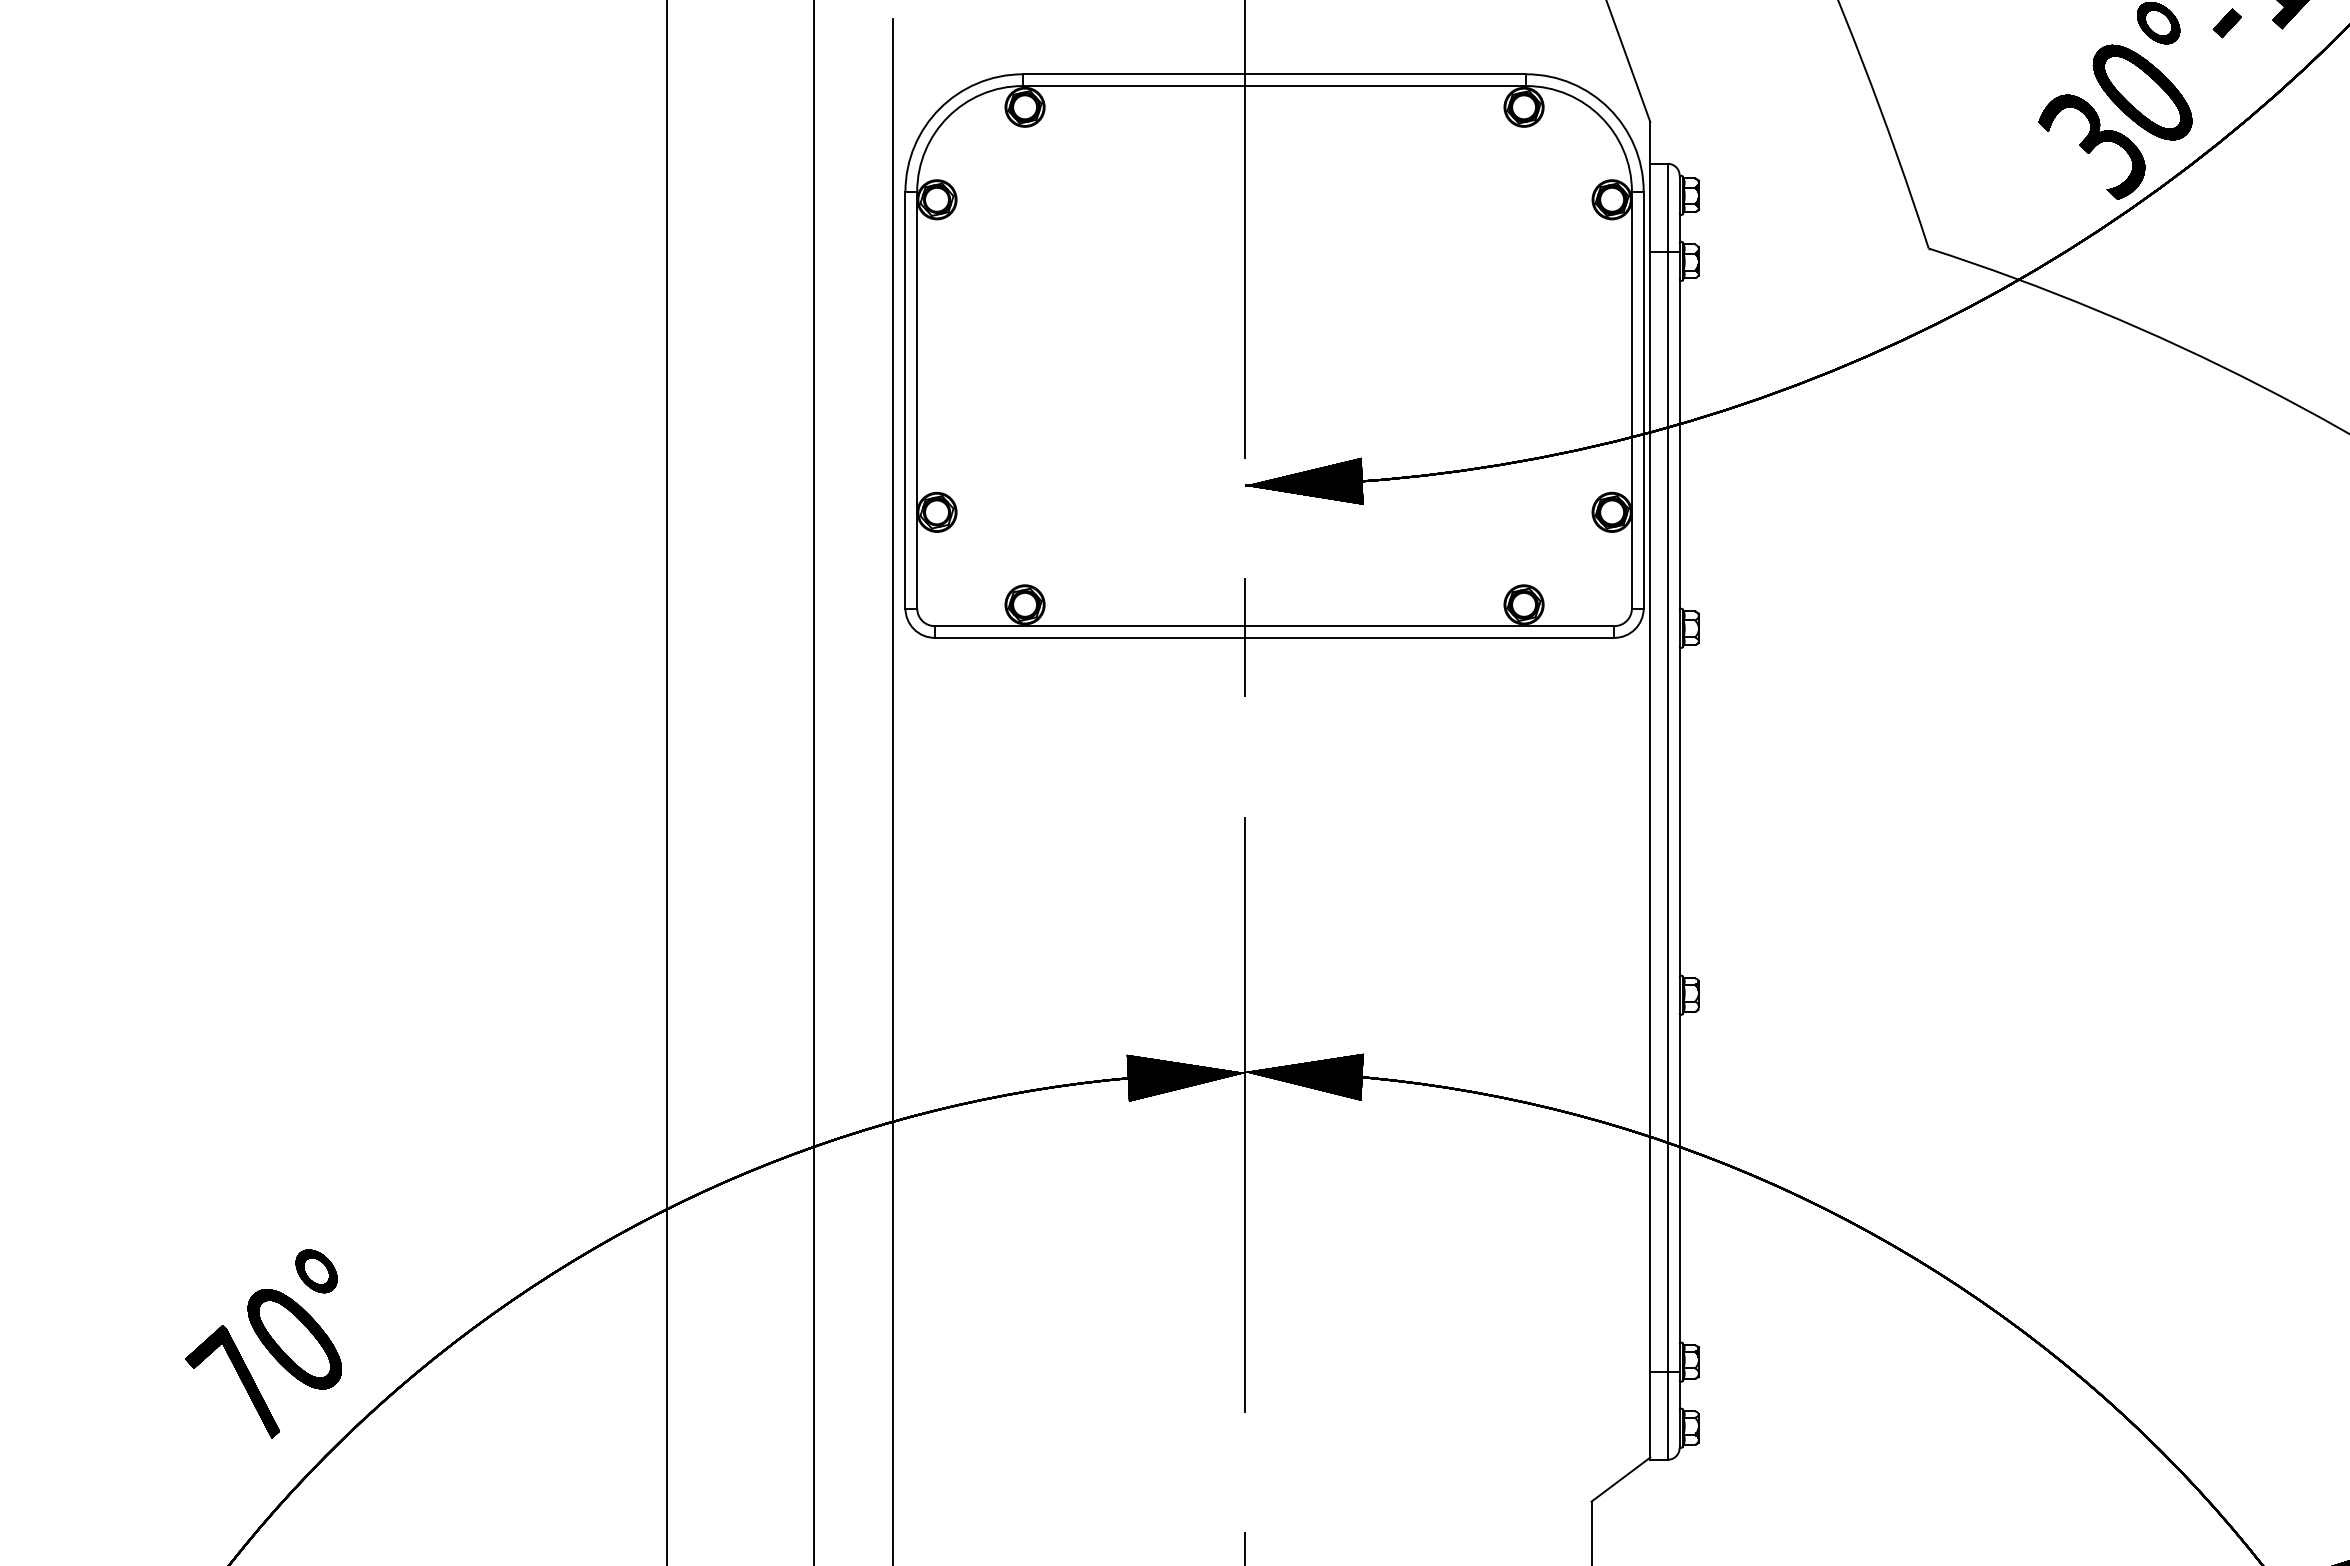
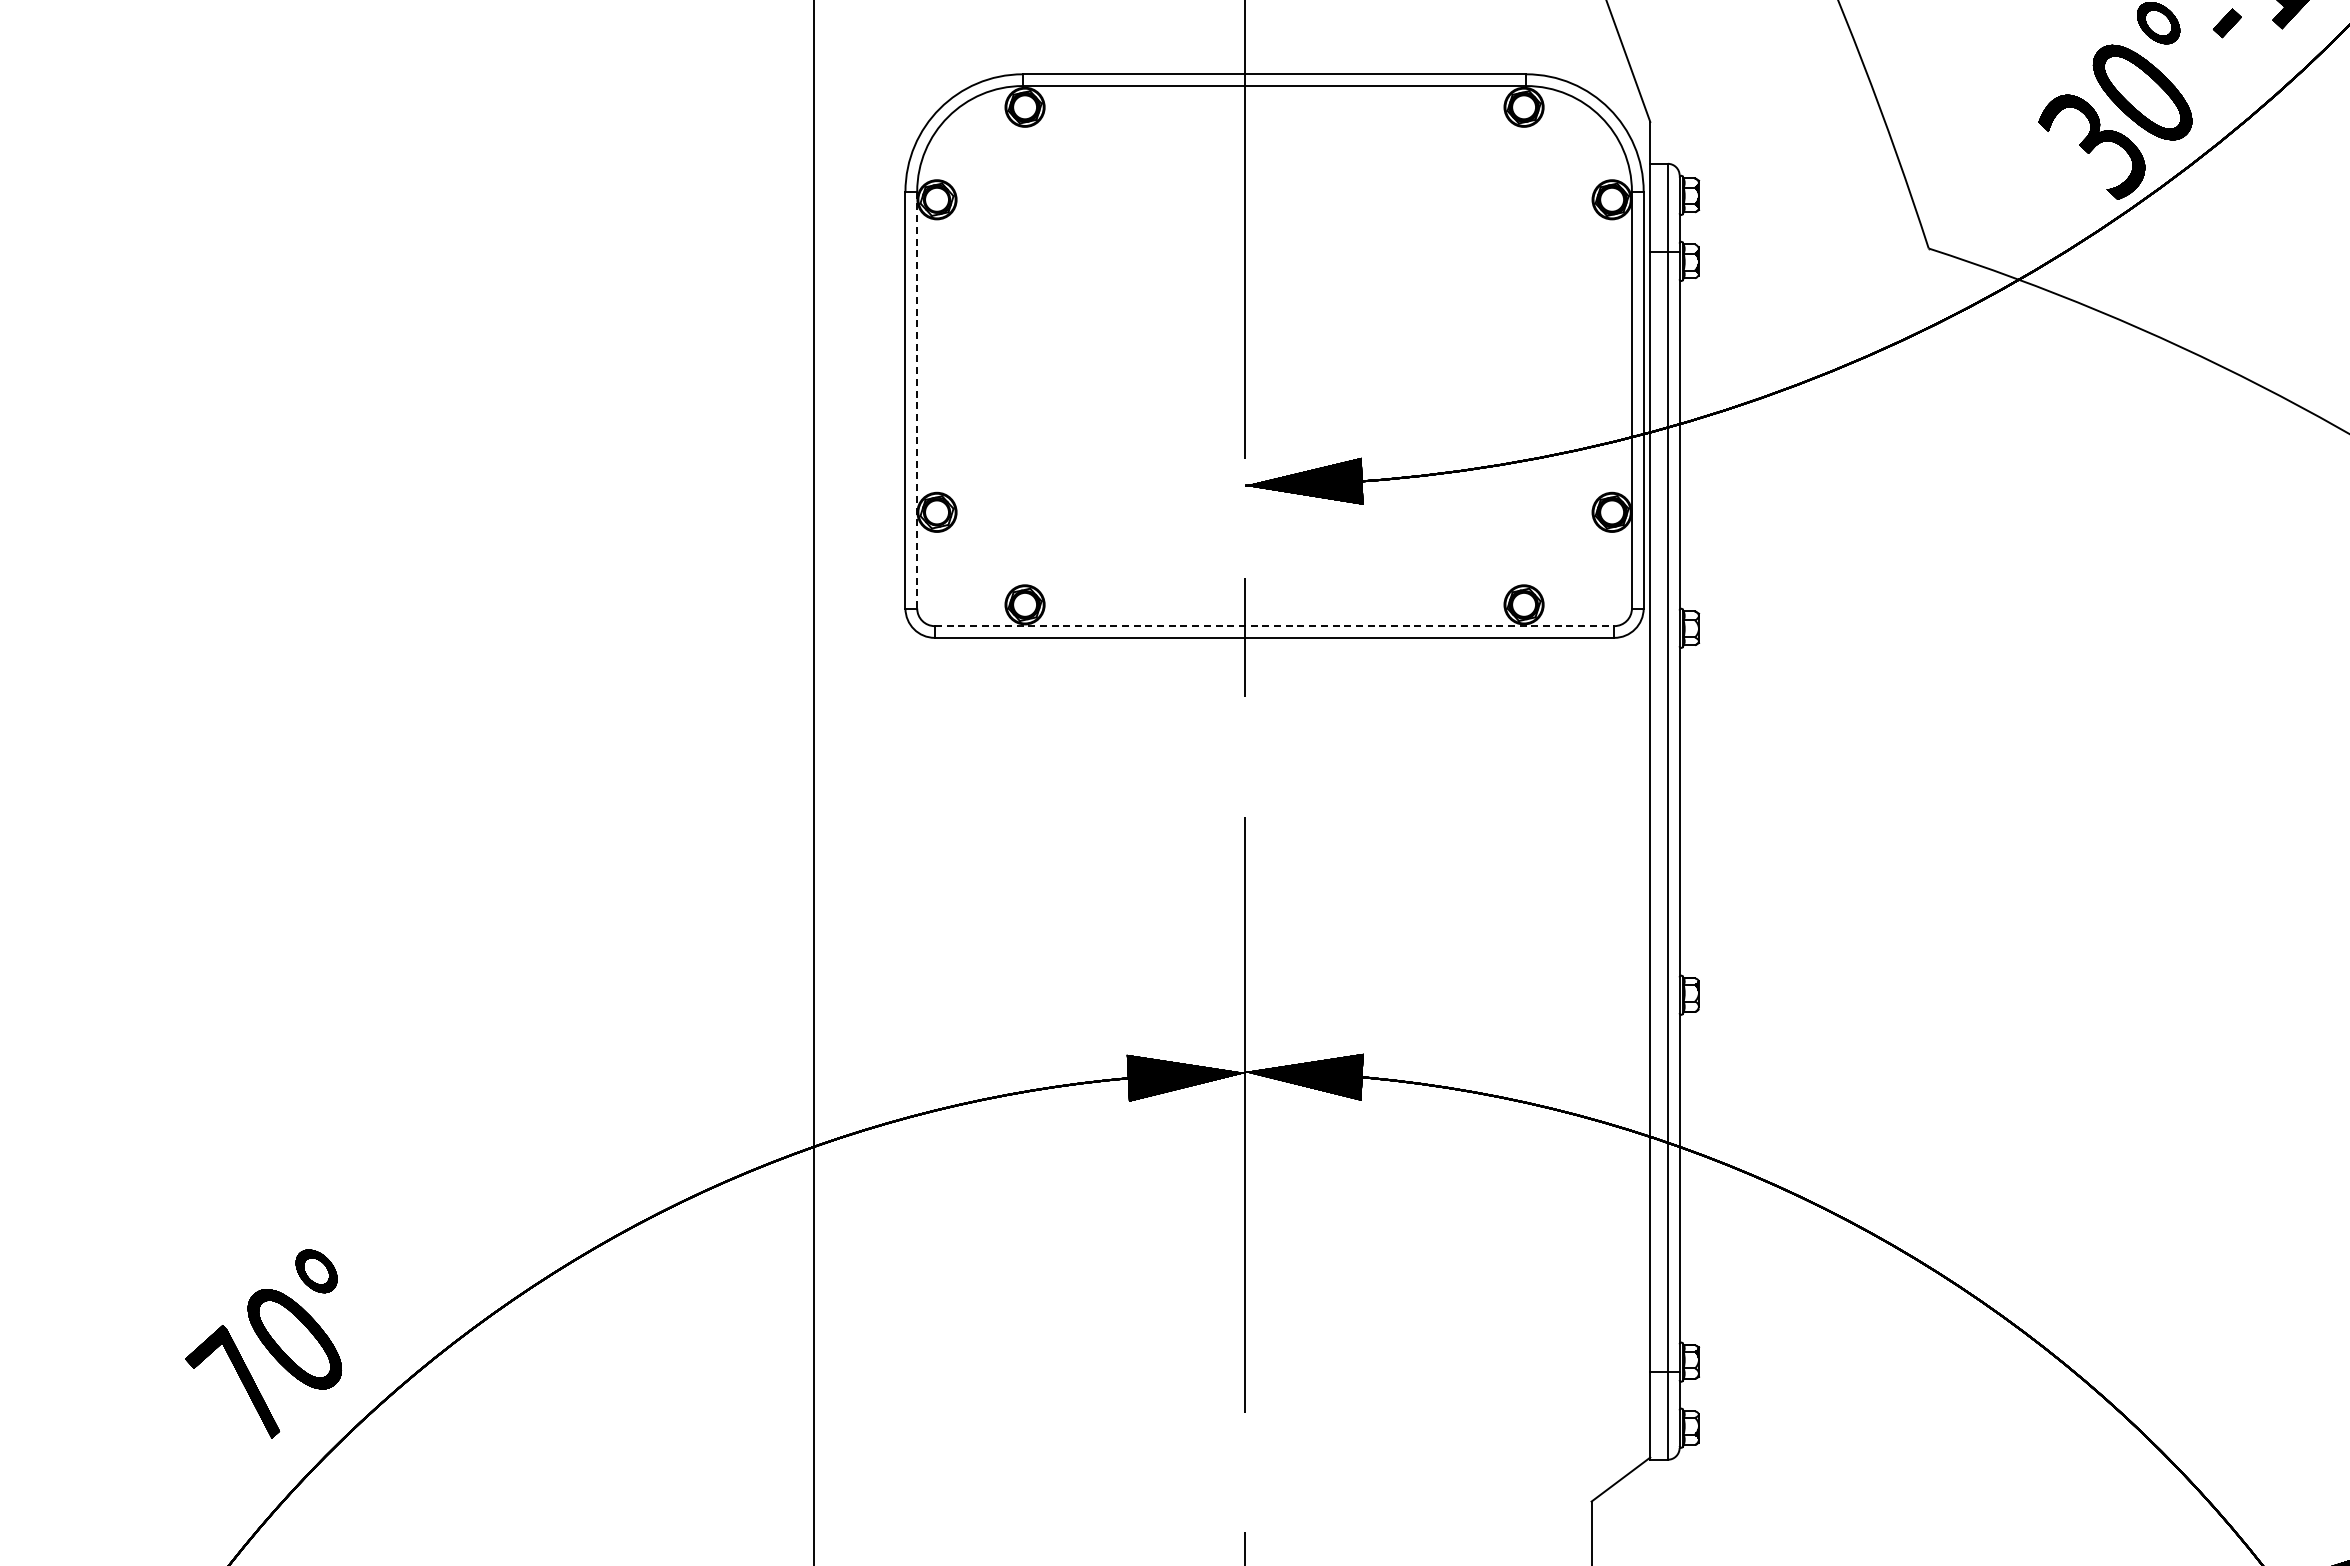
line at (917, 400): solid -> dashed
line at (1274, 626): solid -> dashed
line at (666, 782): present -> none
line at (893, 790): present -> none
